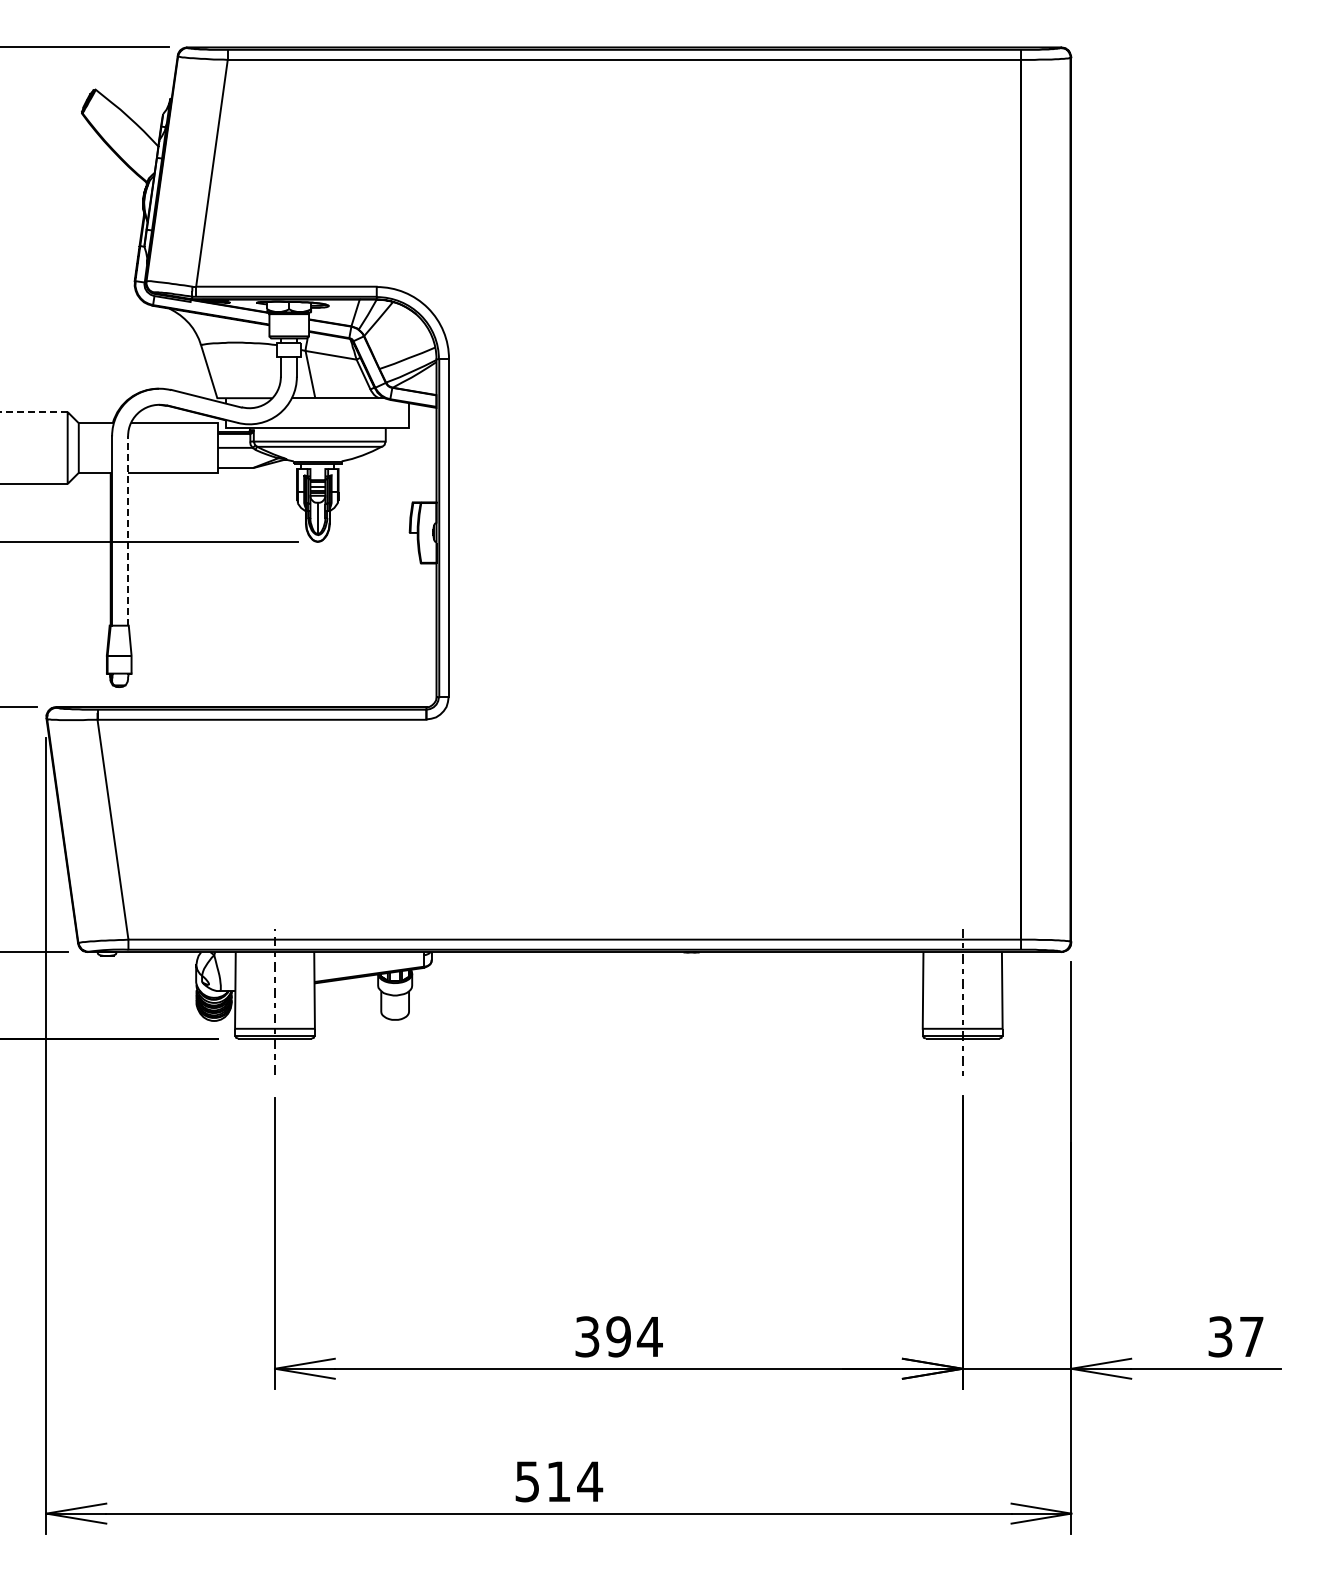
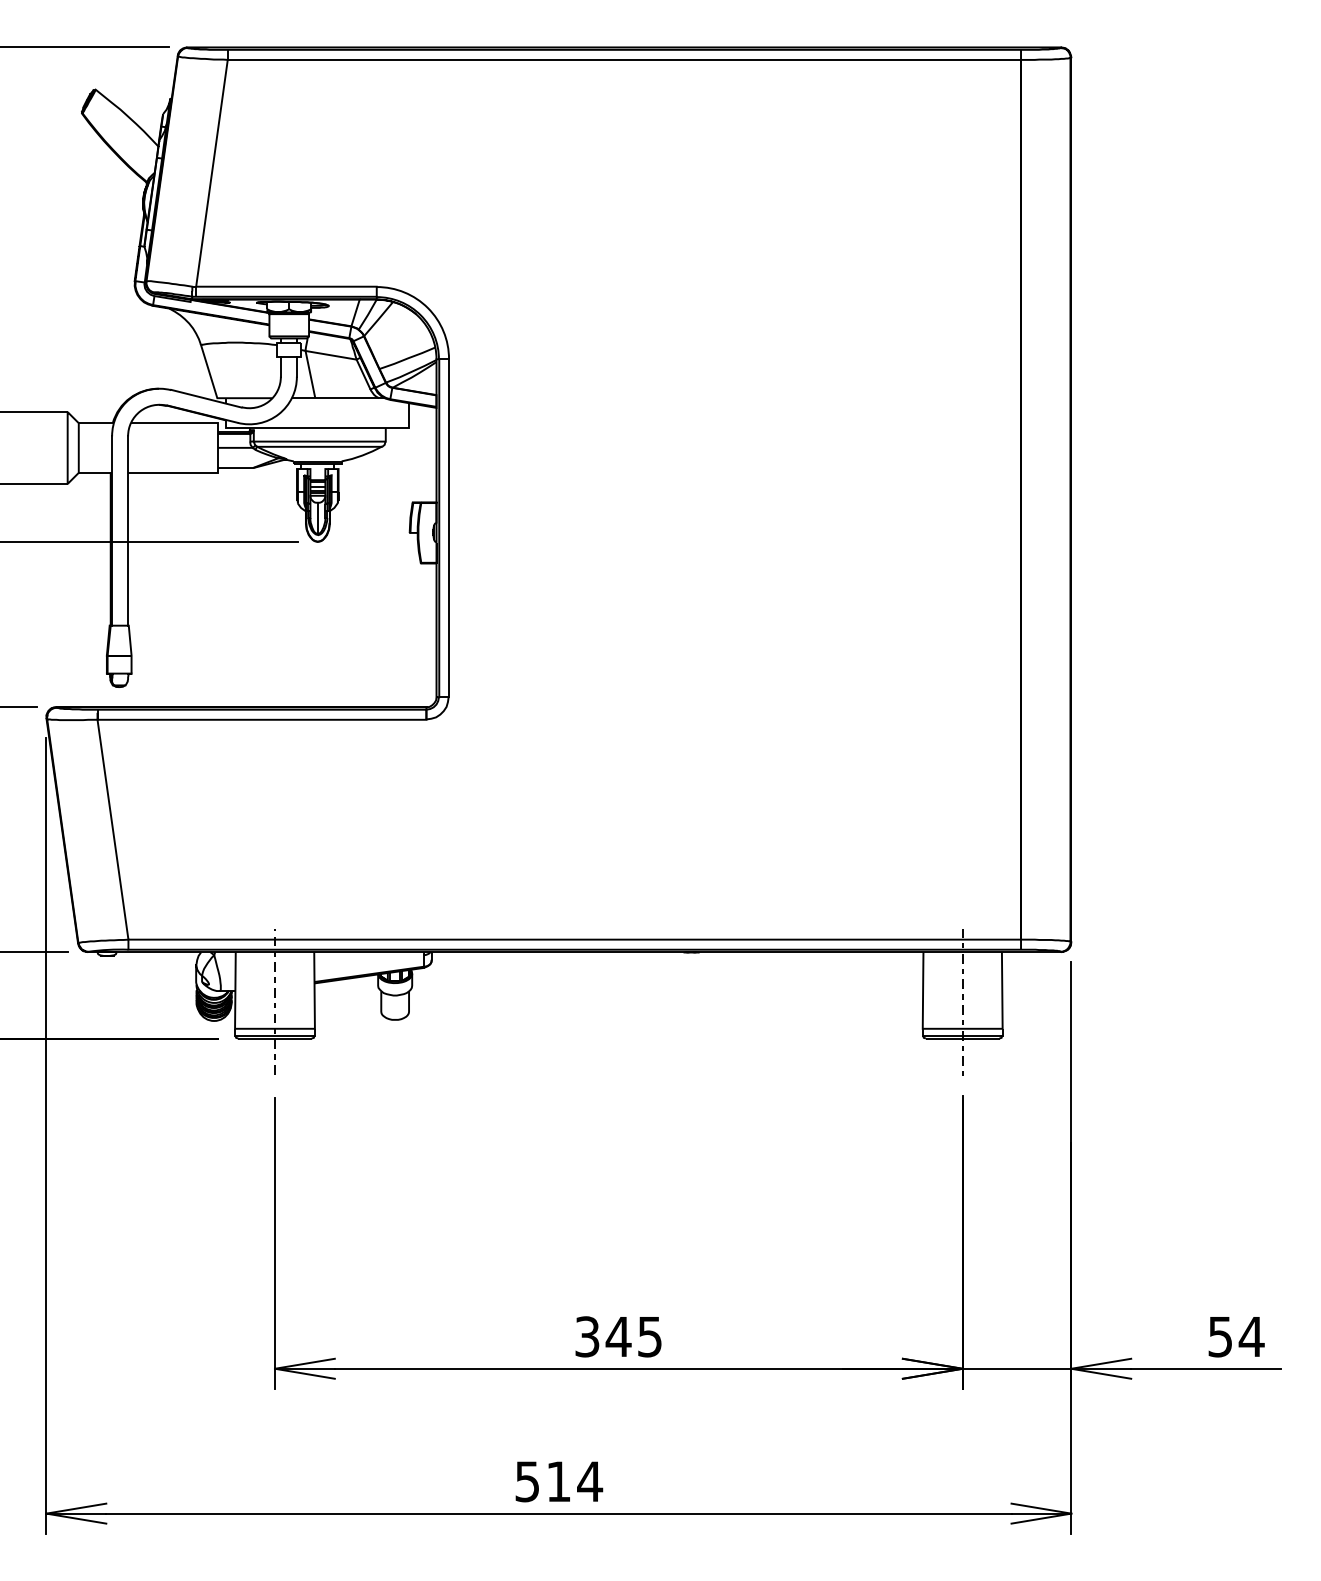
line at (33, 412): dashed -> solid
line at (127, 531): dashed -> solid
text at (633, 1336): 394 -> 345
text at (1236, 1336): 37 -> 54
